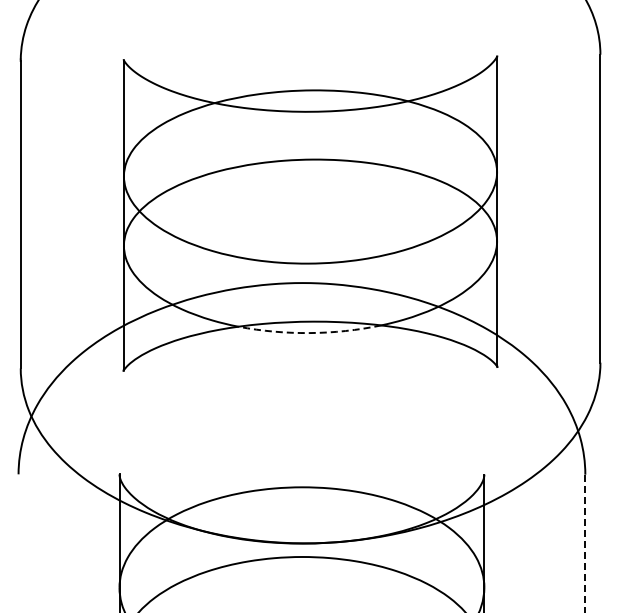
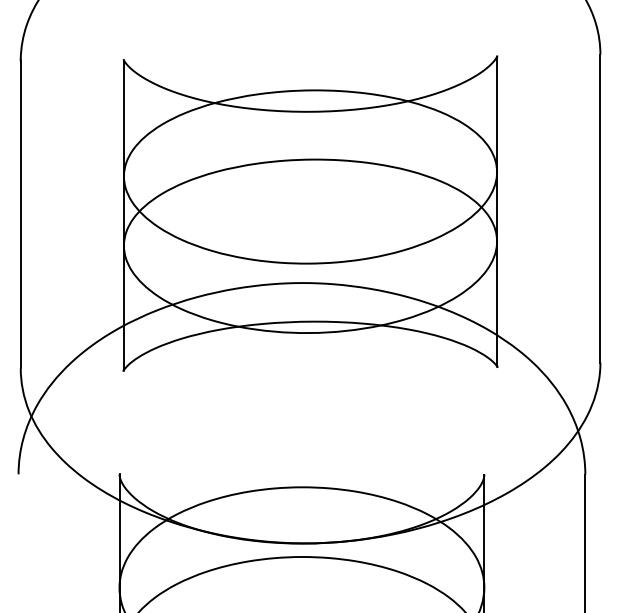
arc at (309, 333): dashed -> solid
line at (585, 543): dashed -> solid
